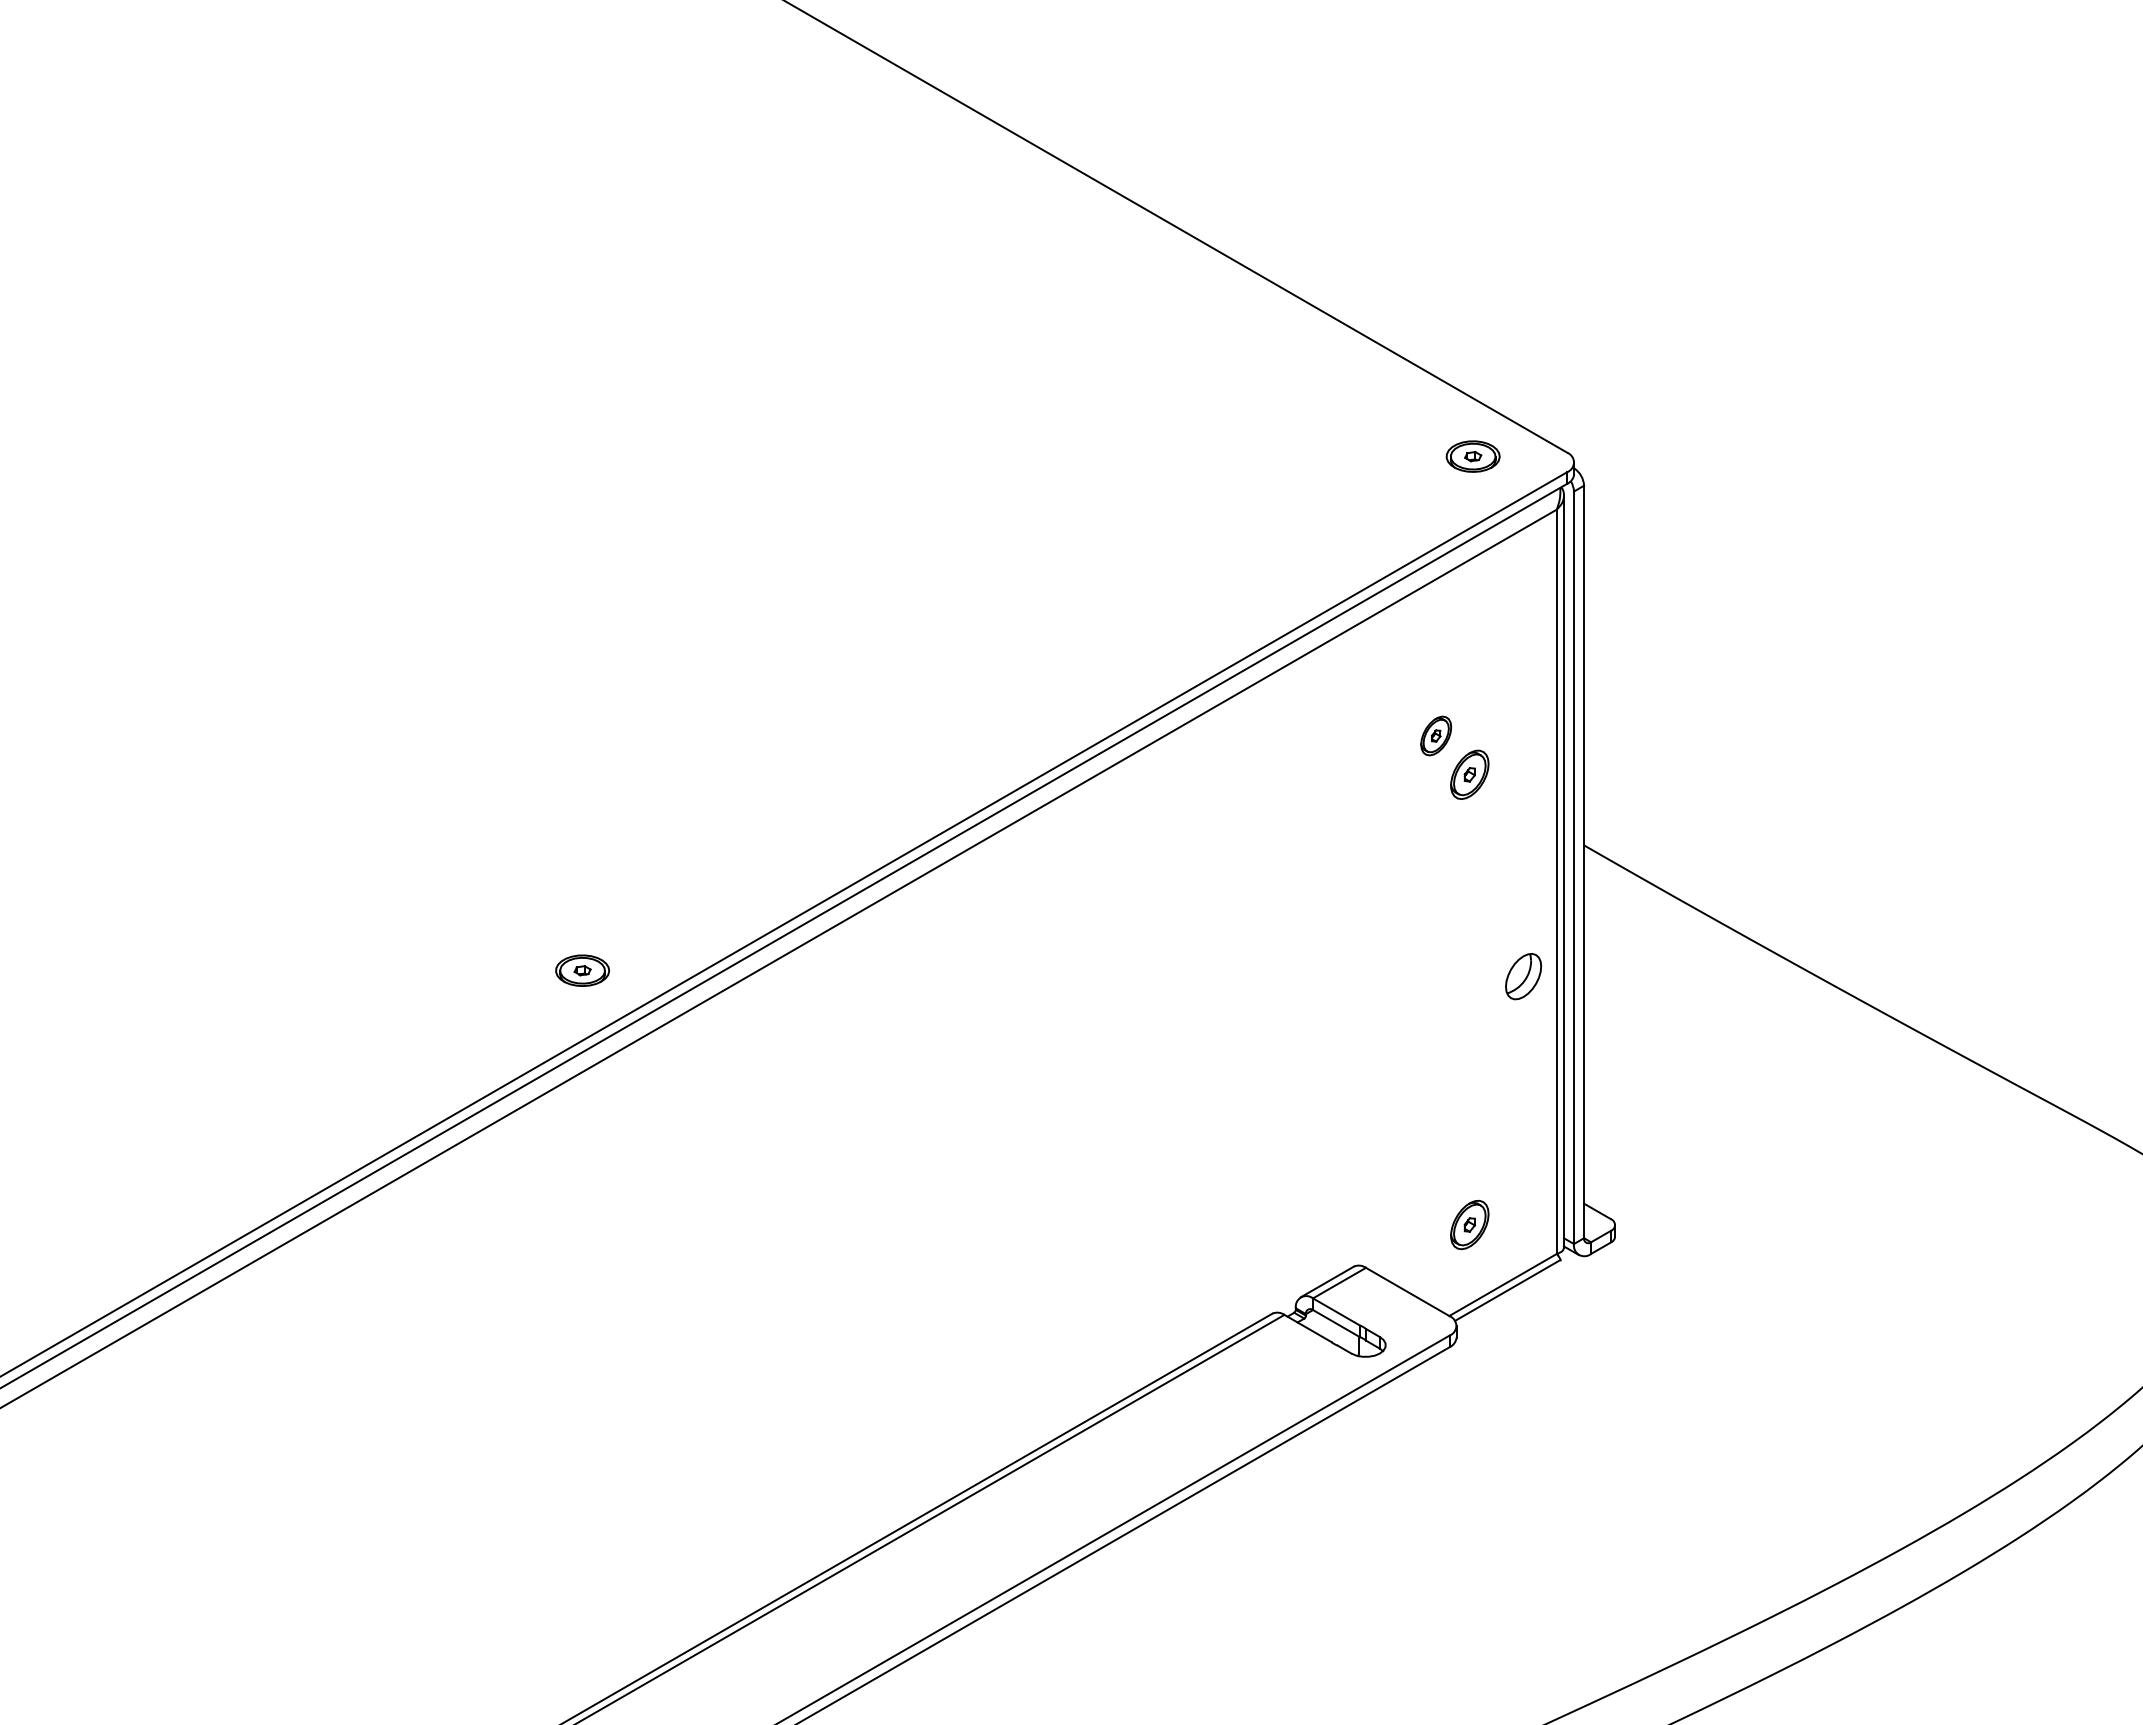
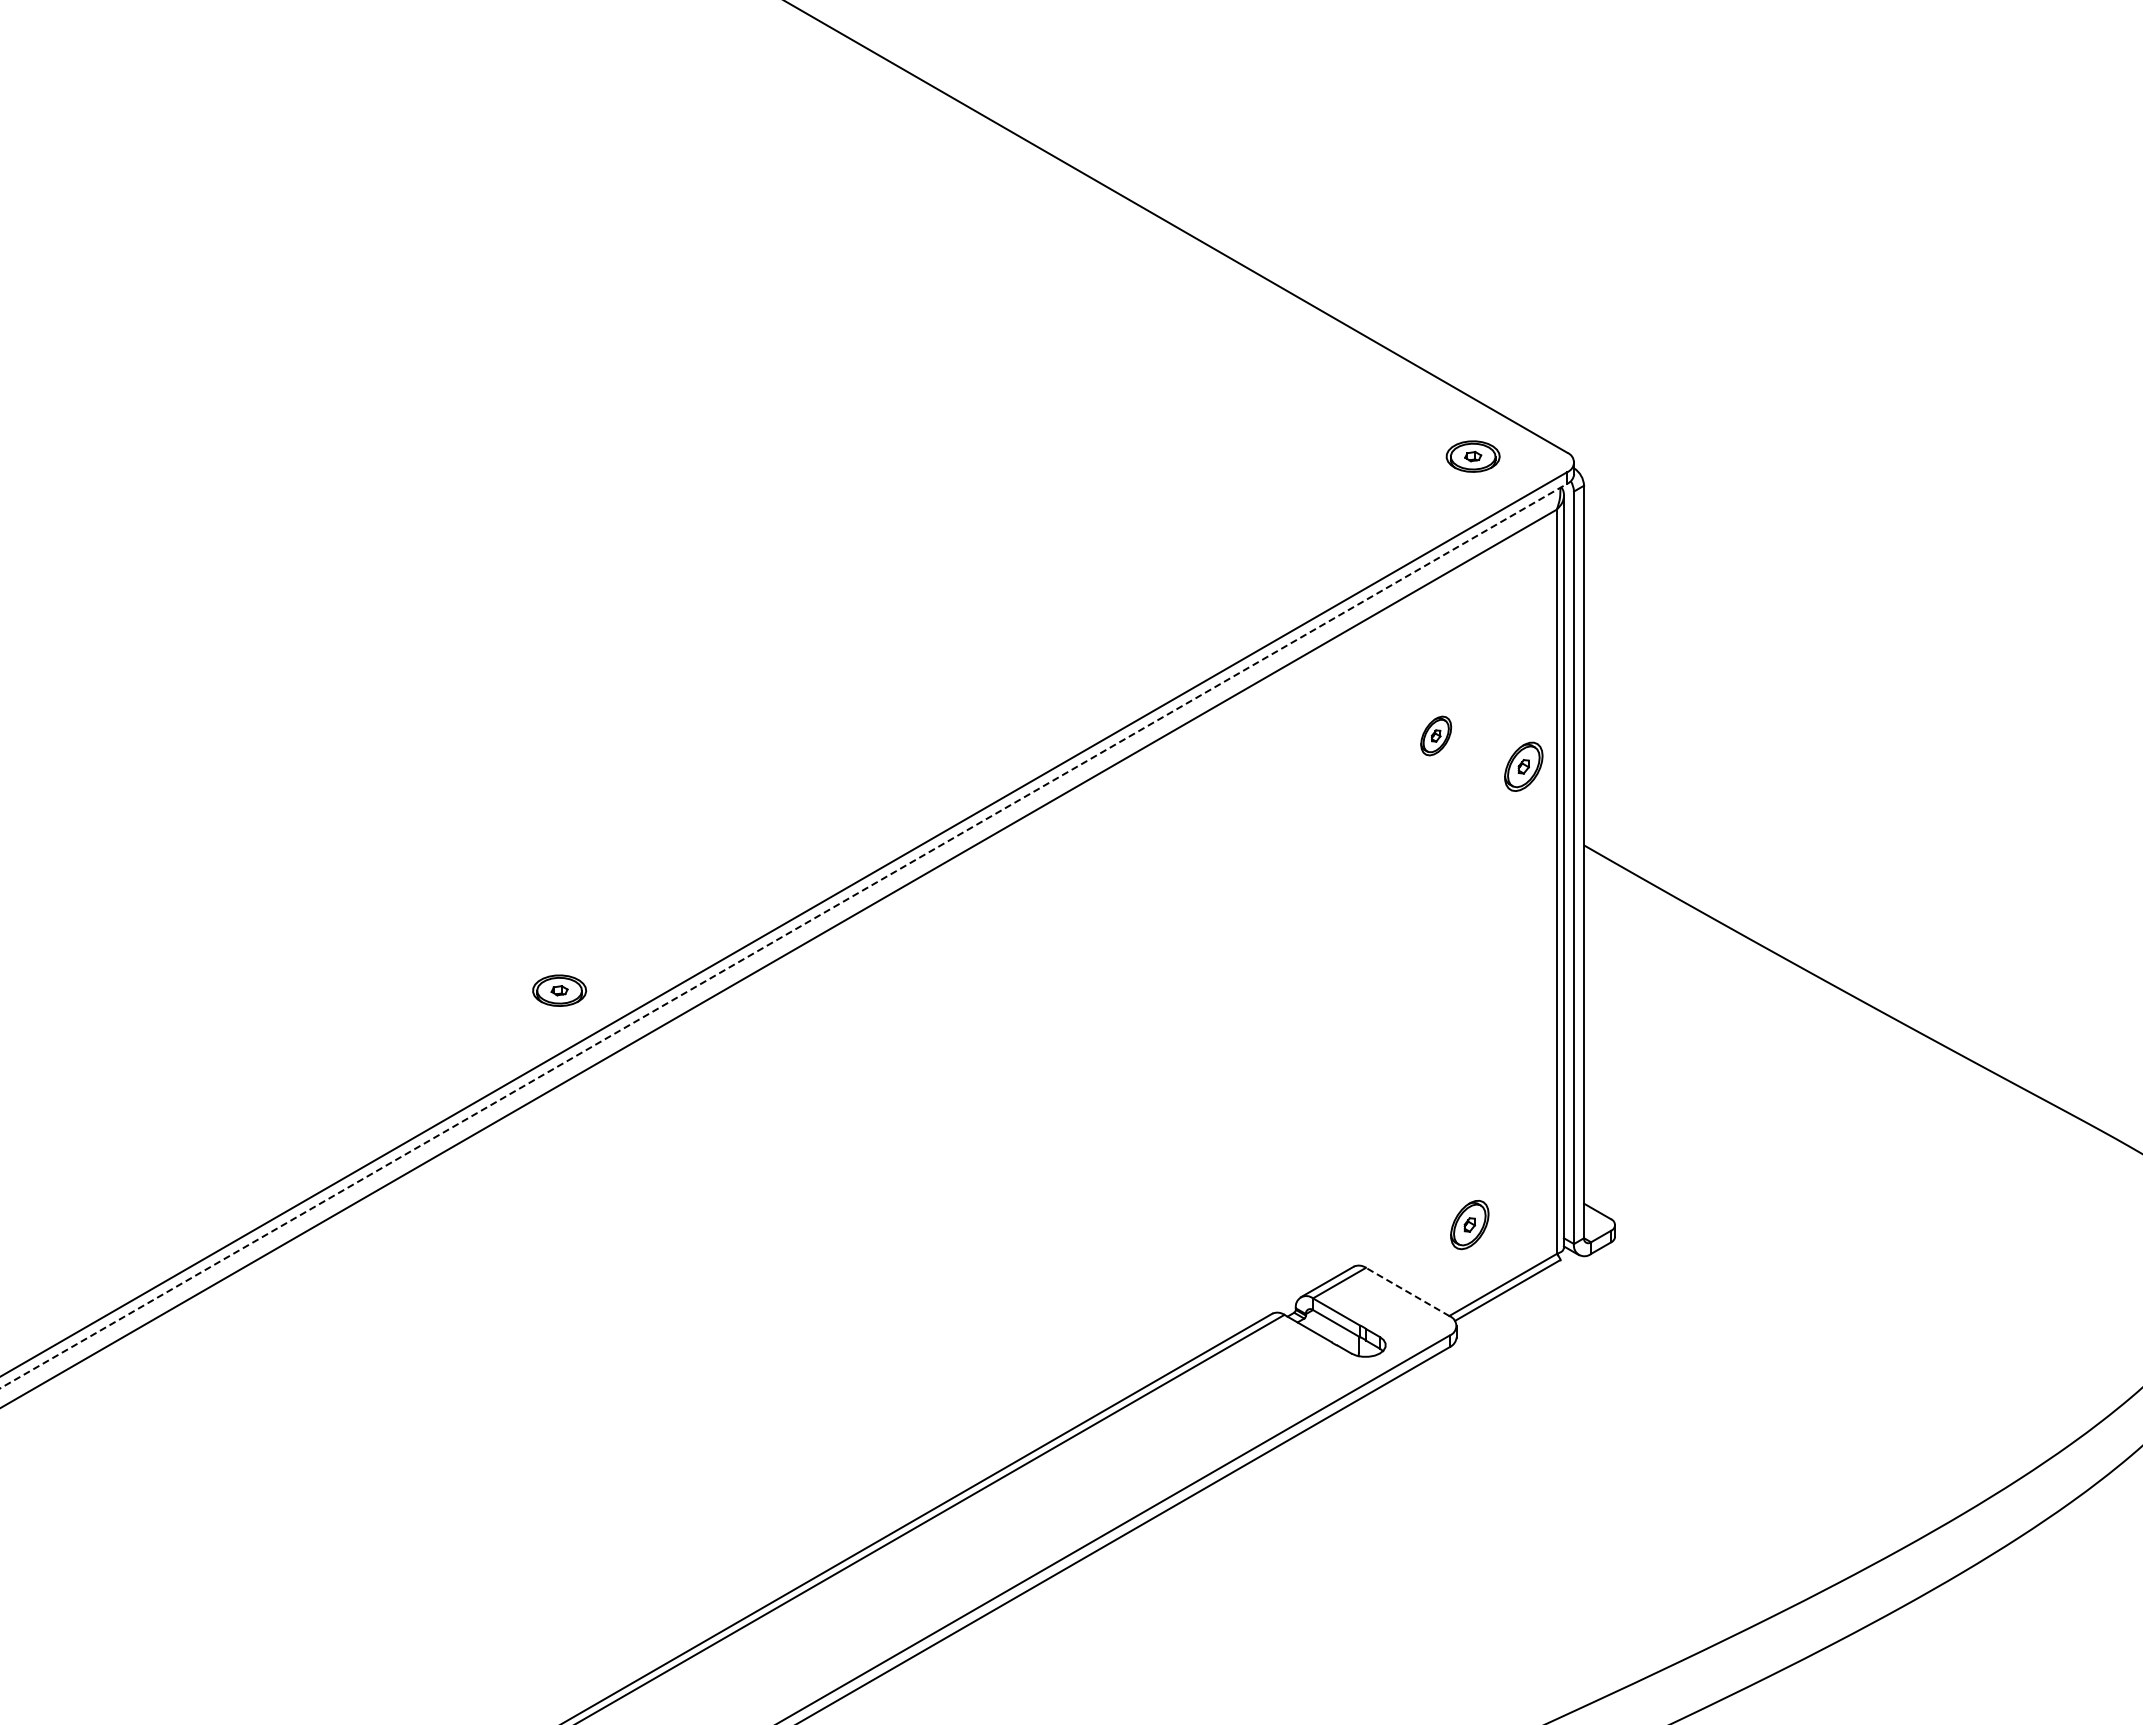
part at (1469, 774) position: (1469, 774) -> (1523, 766)
line at (783, 936): solid -> dashed
part at (582, 970) position: (582, 970) -> (559, 990)
part at (1523, 976): present -> none
line at (1407, 1291): solid -> dashed
